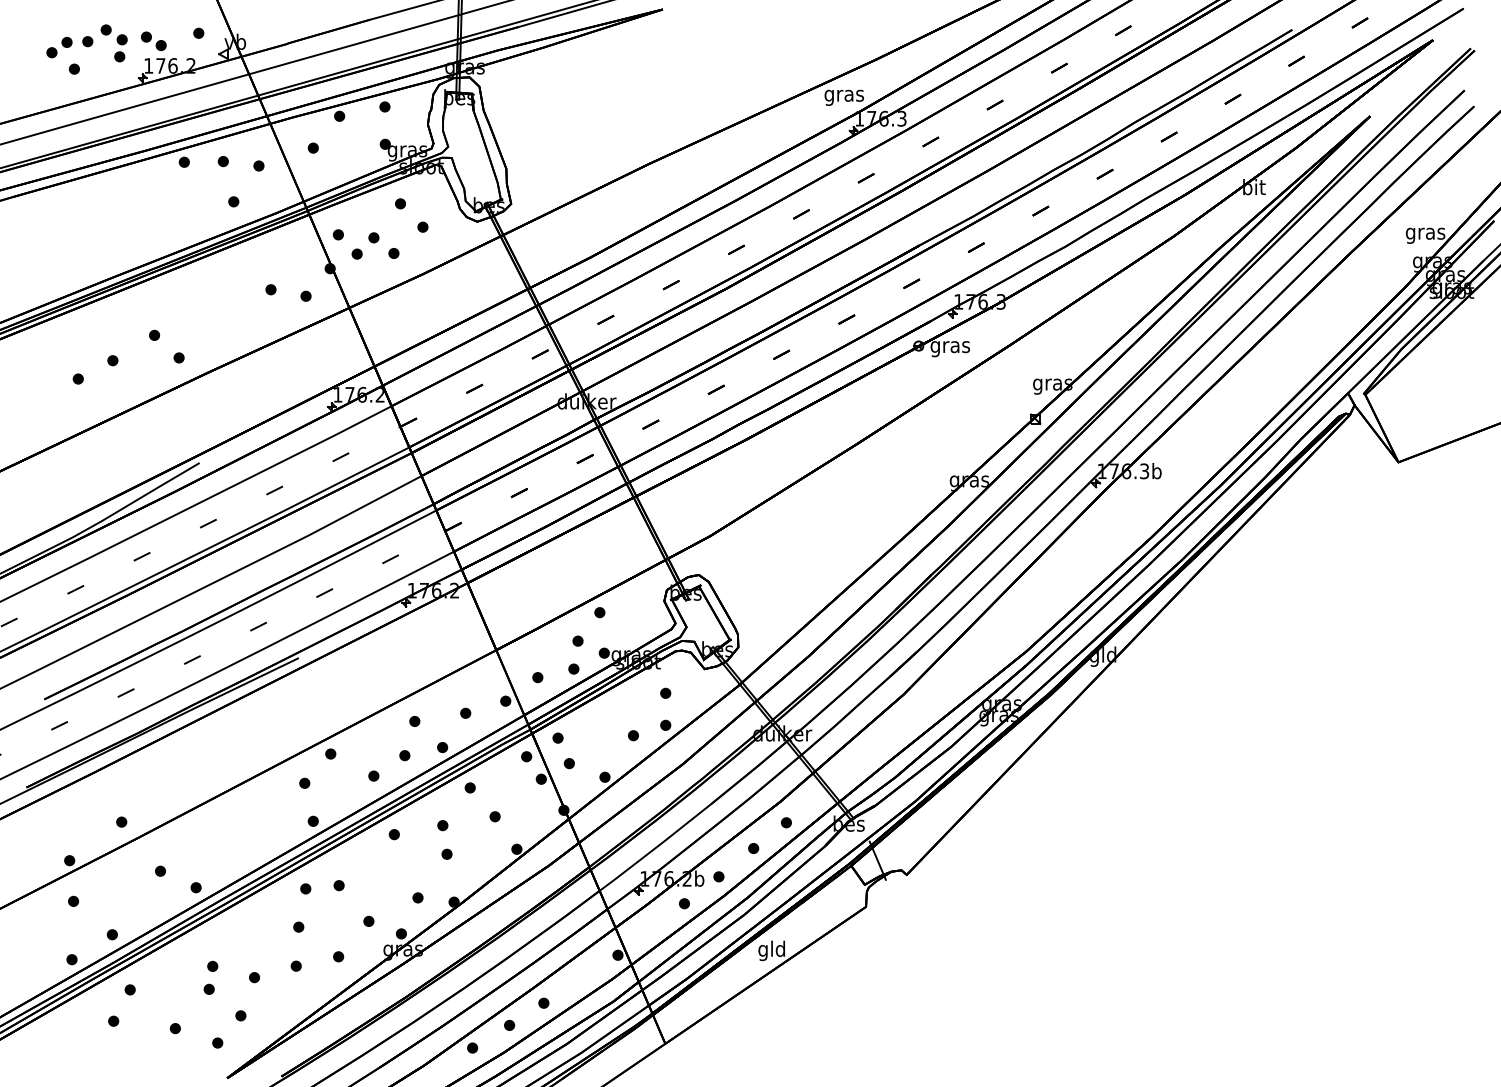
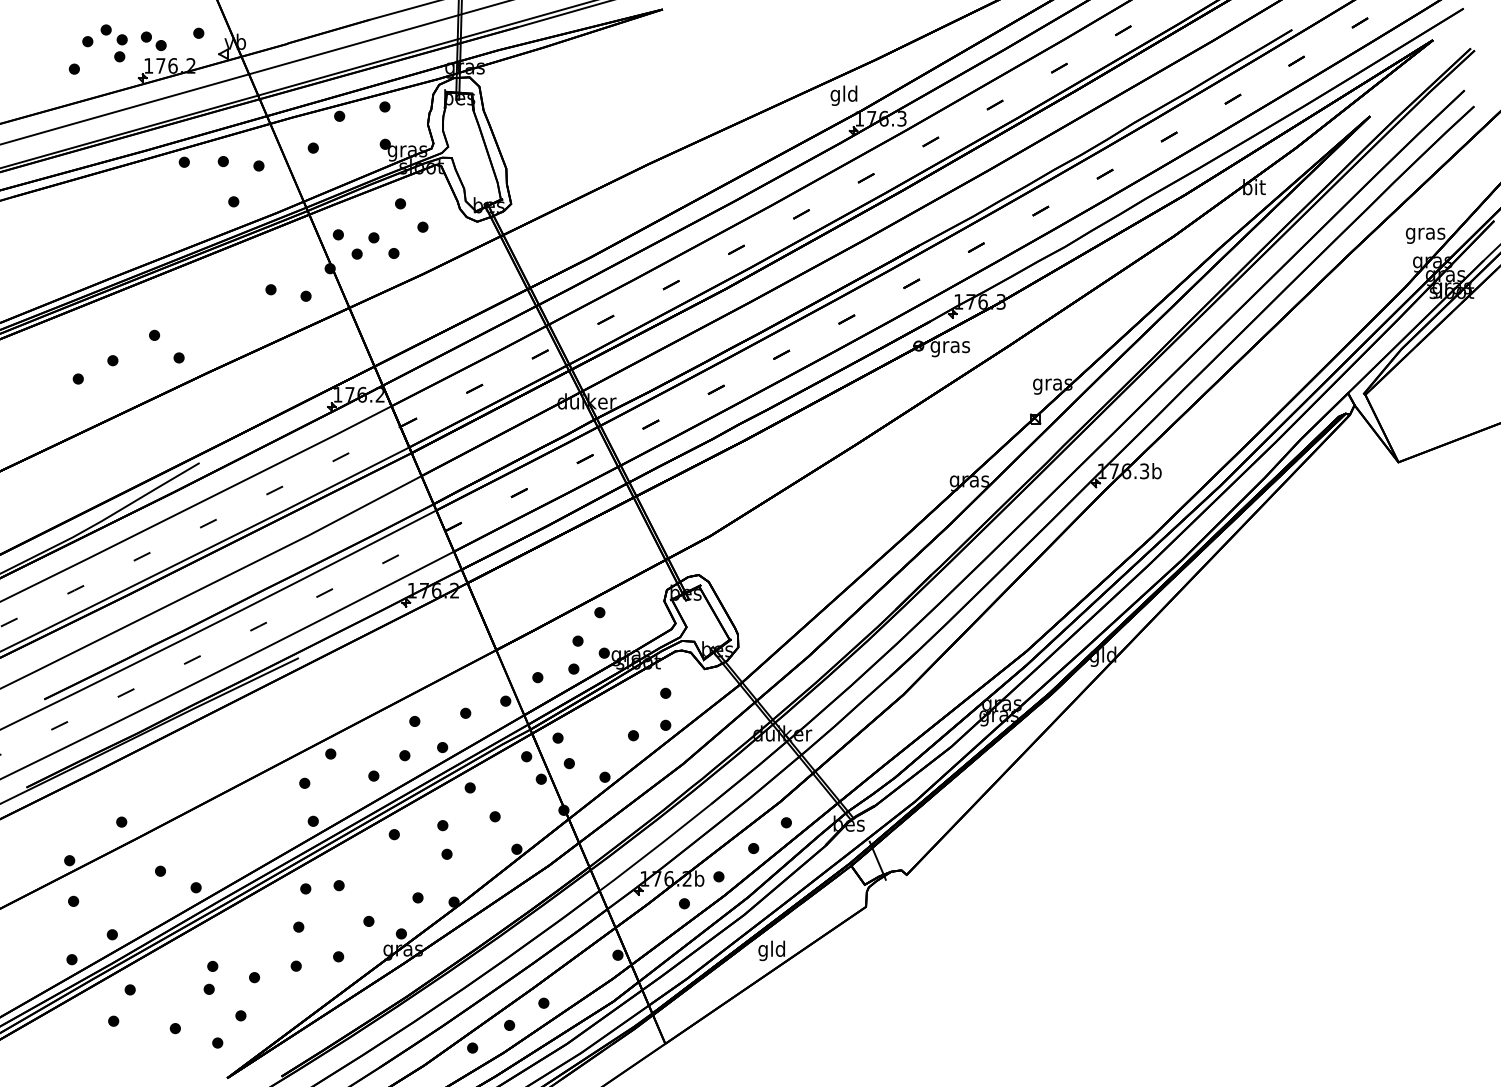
part at (59, 47): present -> none
text at (843, 95): gras -> gld
